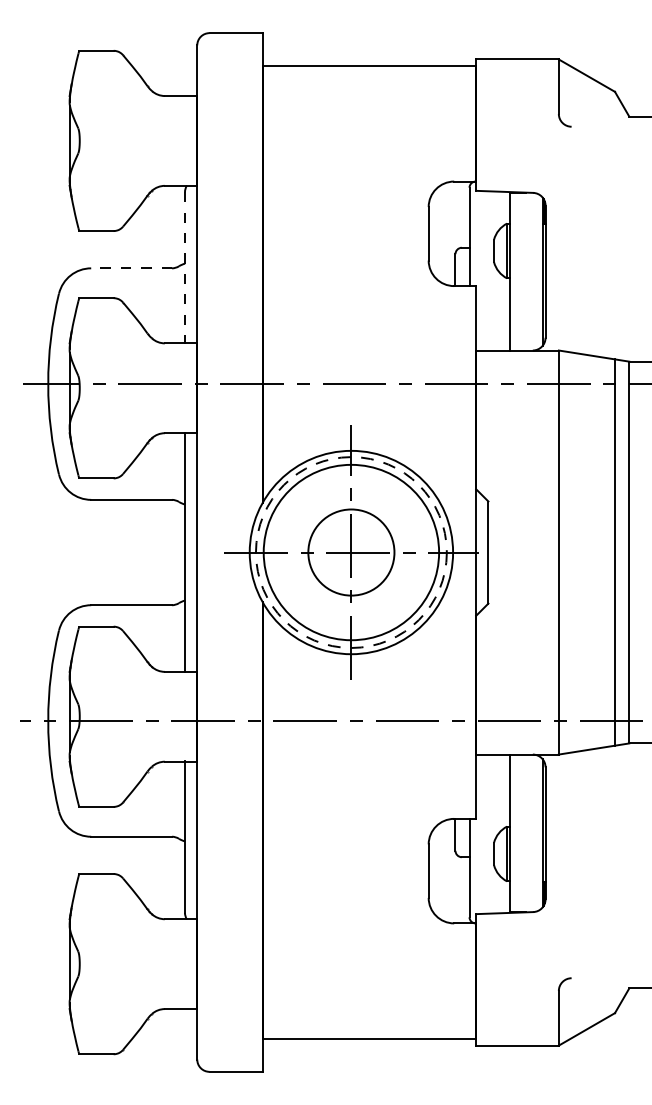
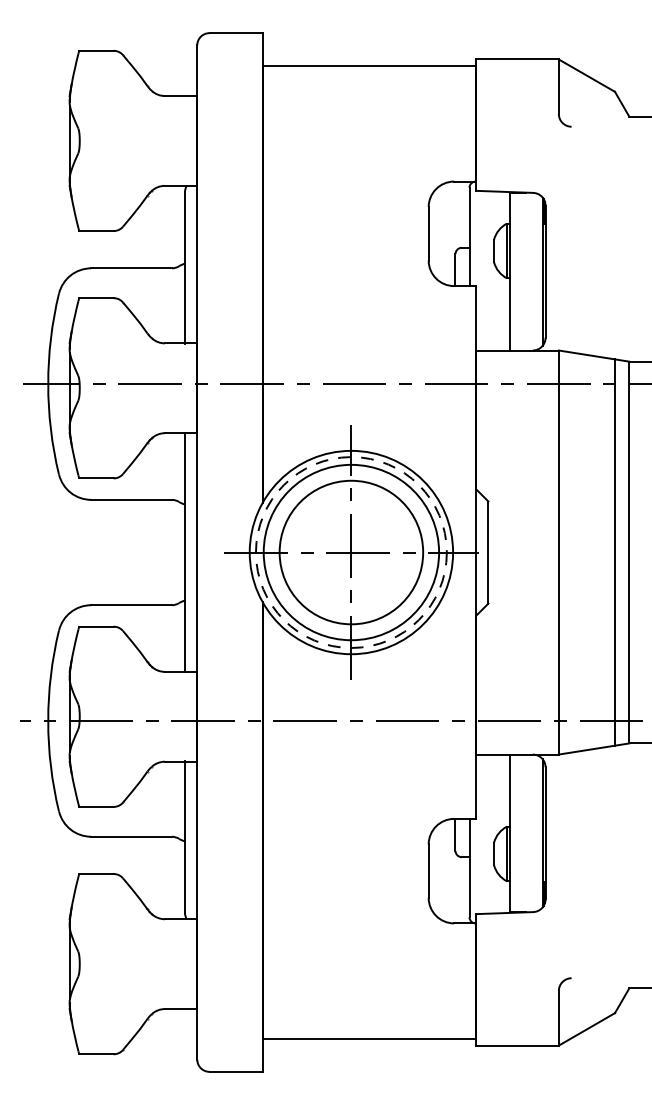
line at (185, 267): dashed -> solid
line at (131, 268): dashed -> solid
circle at (351, 552) diameter: 86 px -> 144 px
